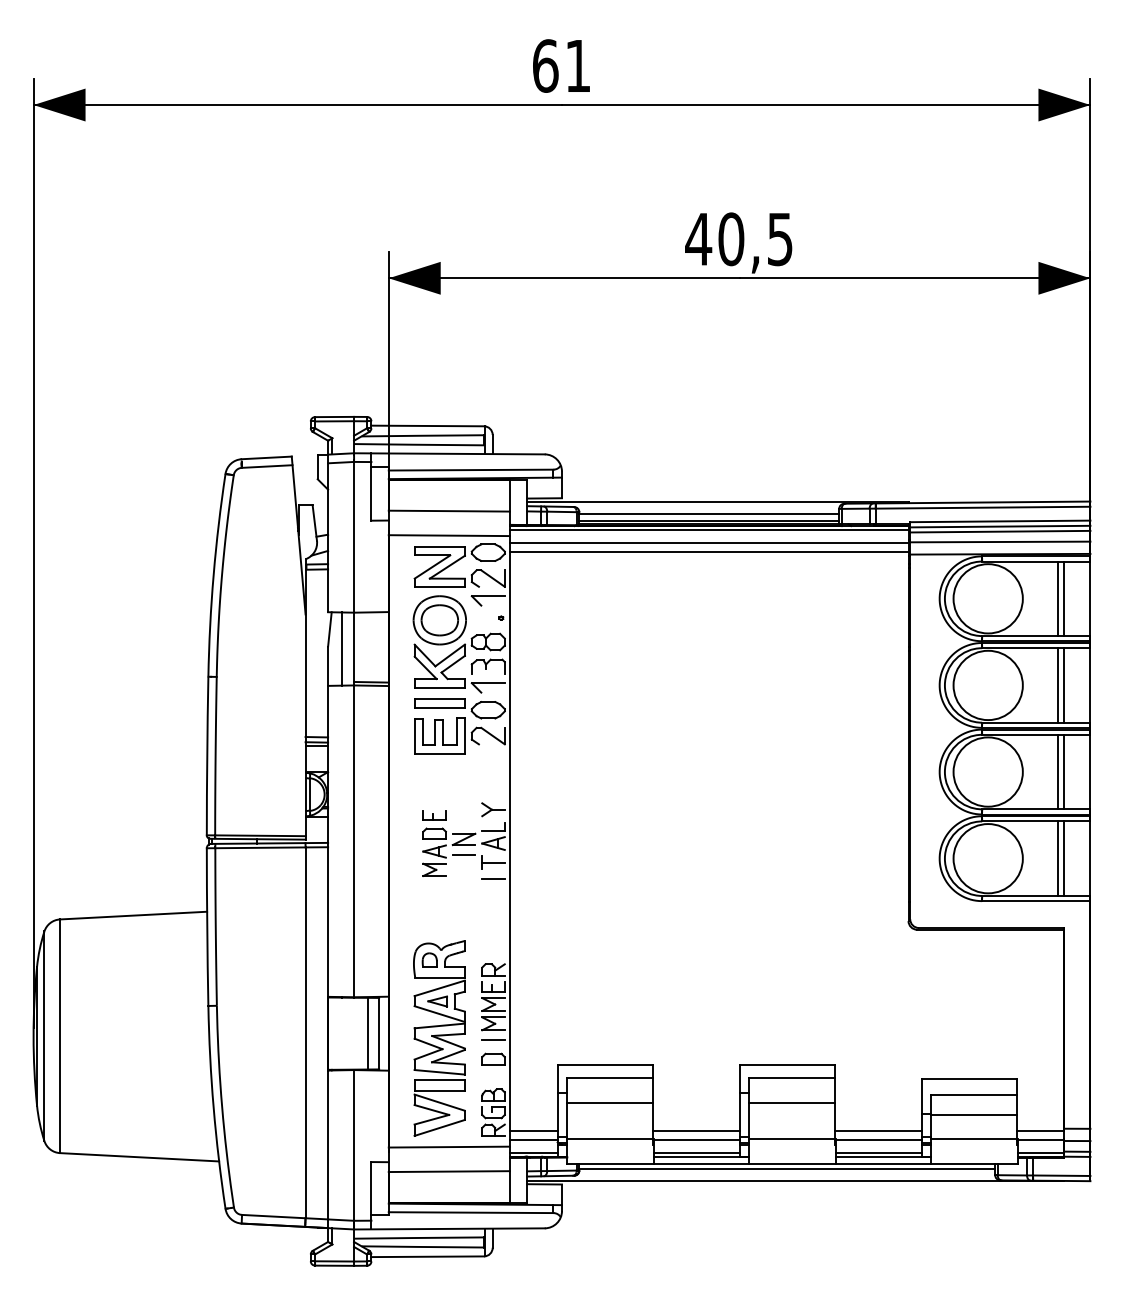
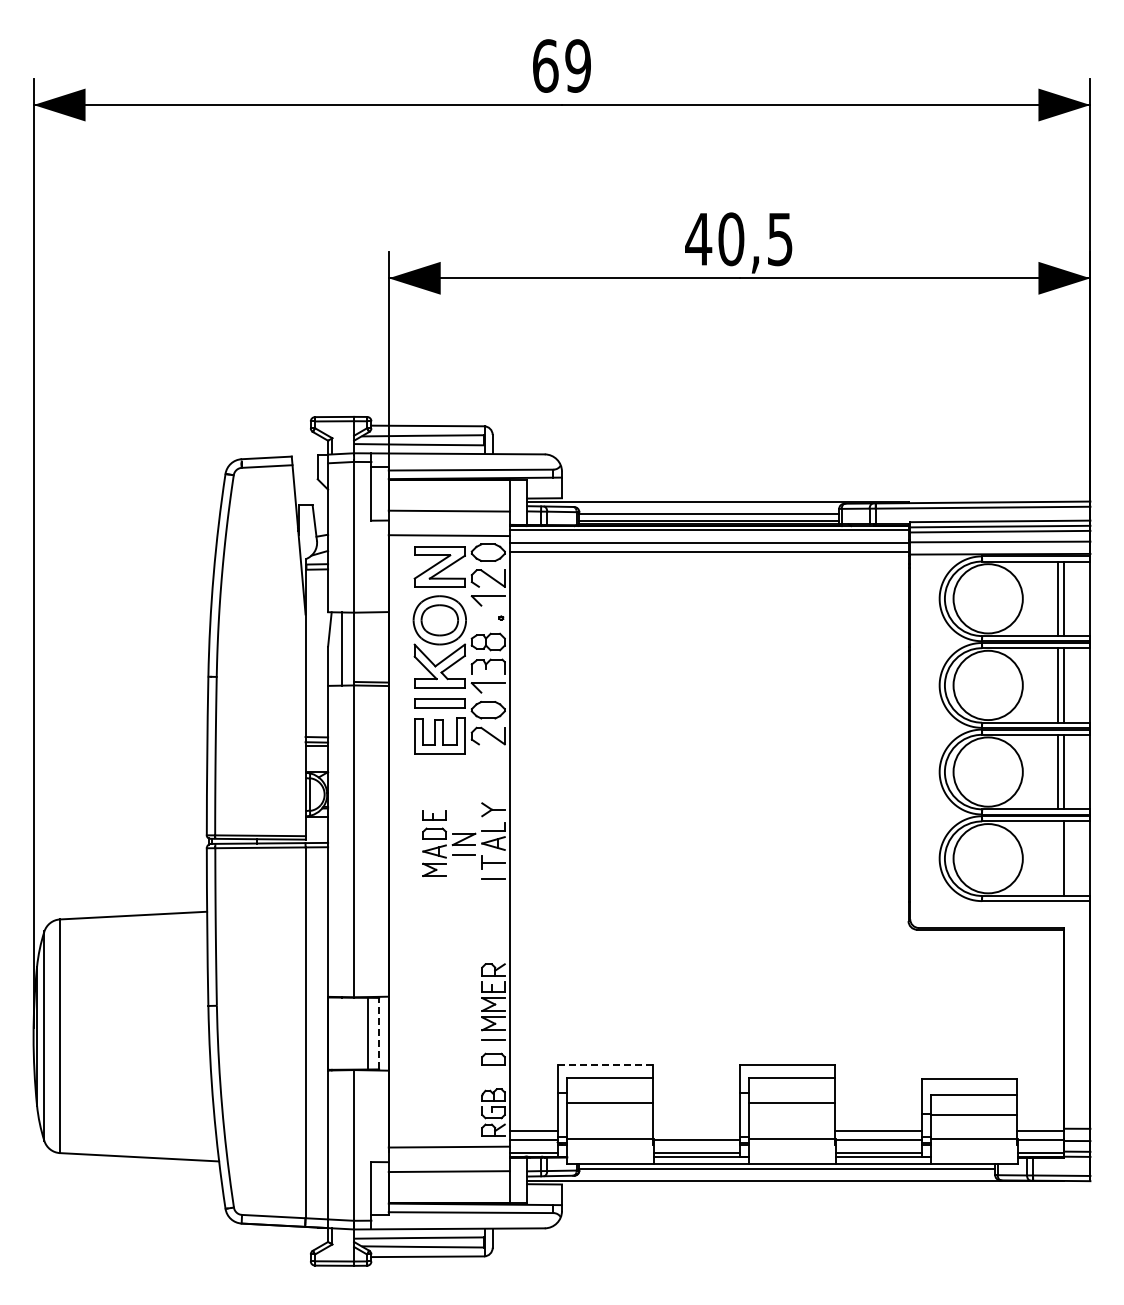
text at (577, 65): 61 -> 69
line at (1057, 858): present -> none
line at (379, 1033): solid -> dashed
part at (439, 1038): present -> none
line at (605, 1064): solid -> dashed
line at (695, 1130): present -> none
